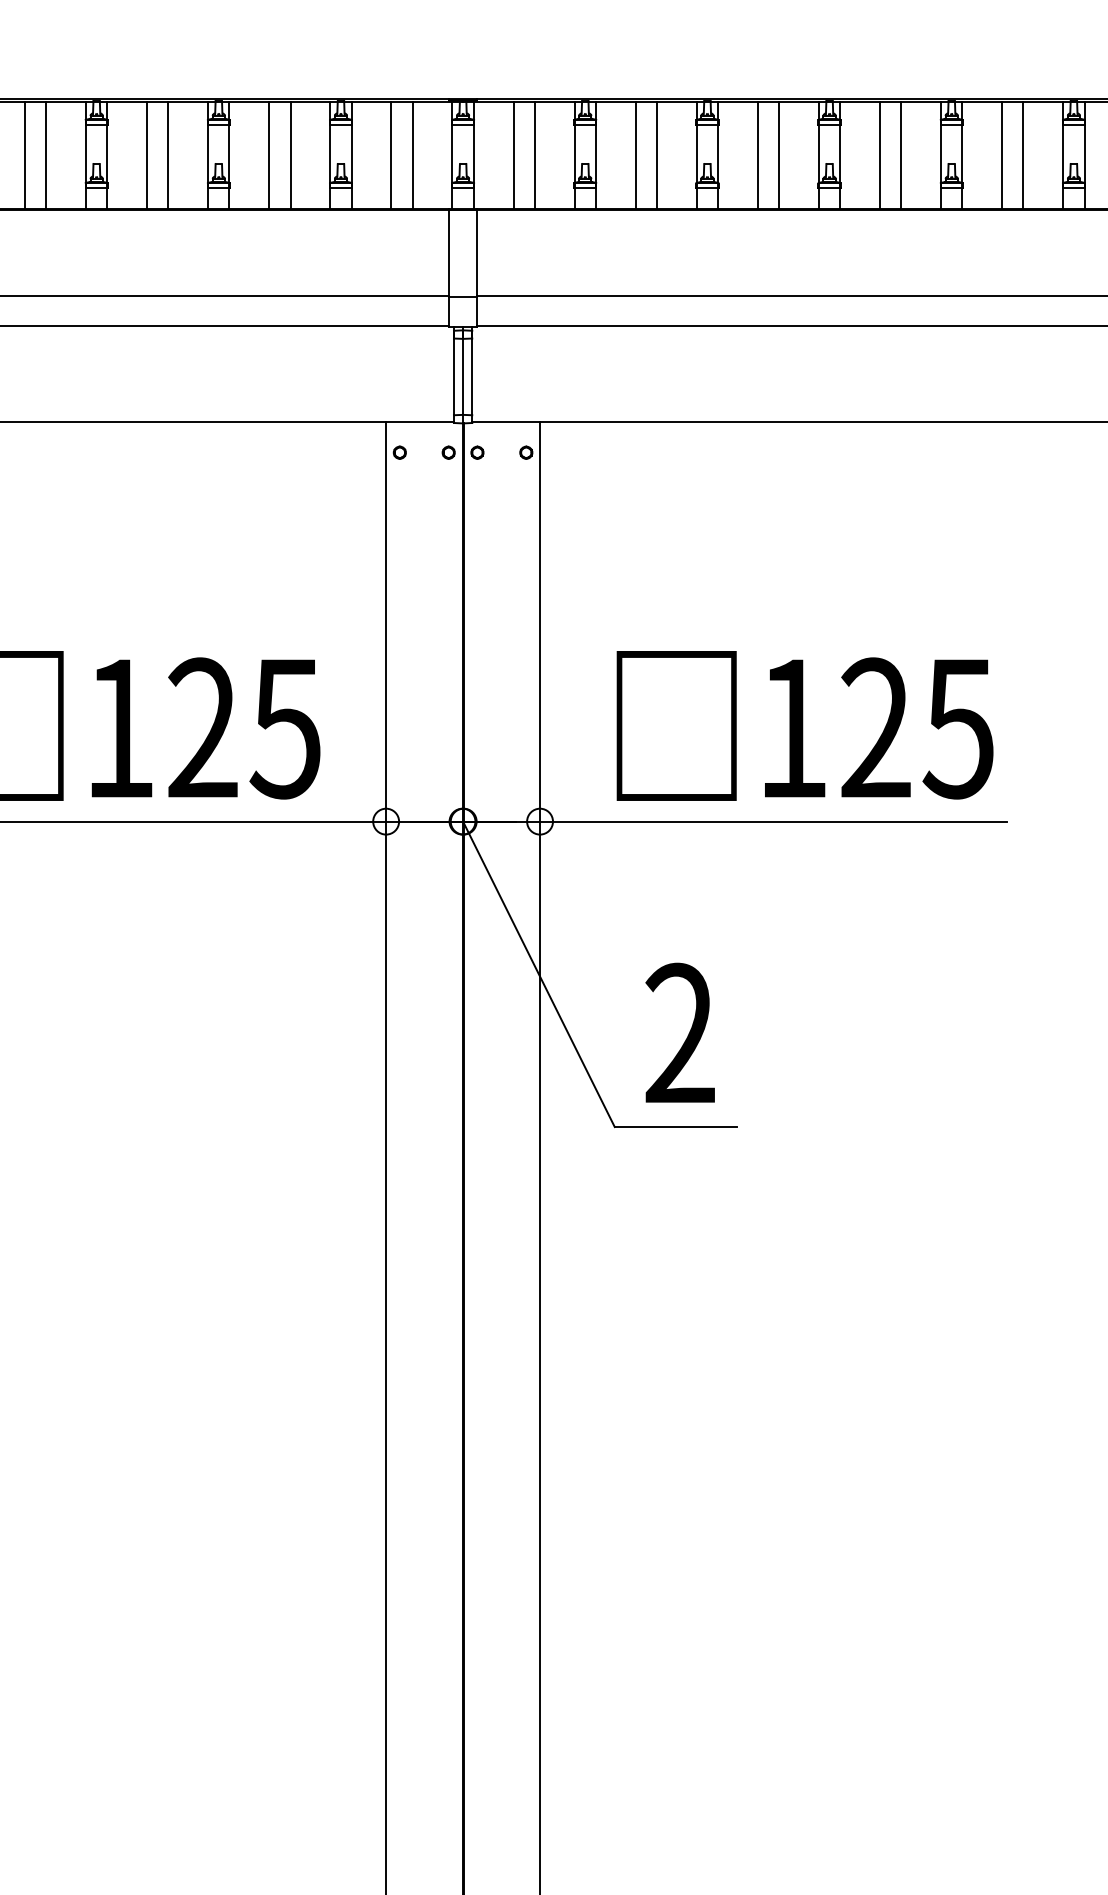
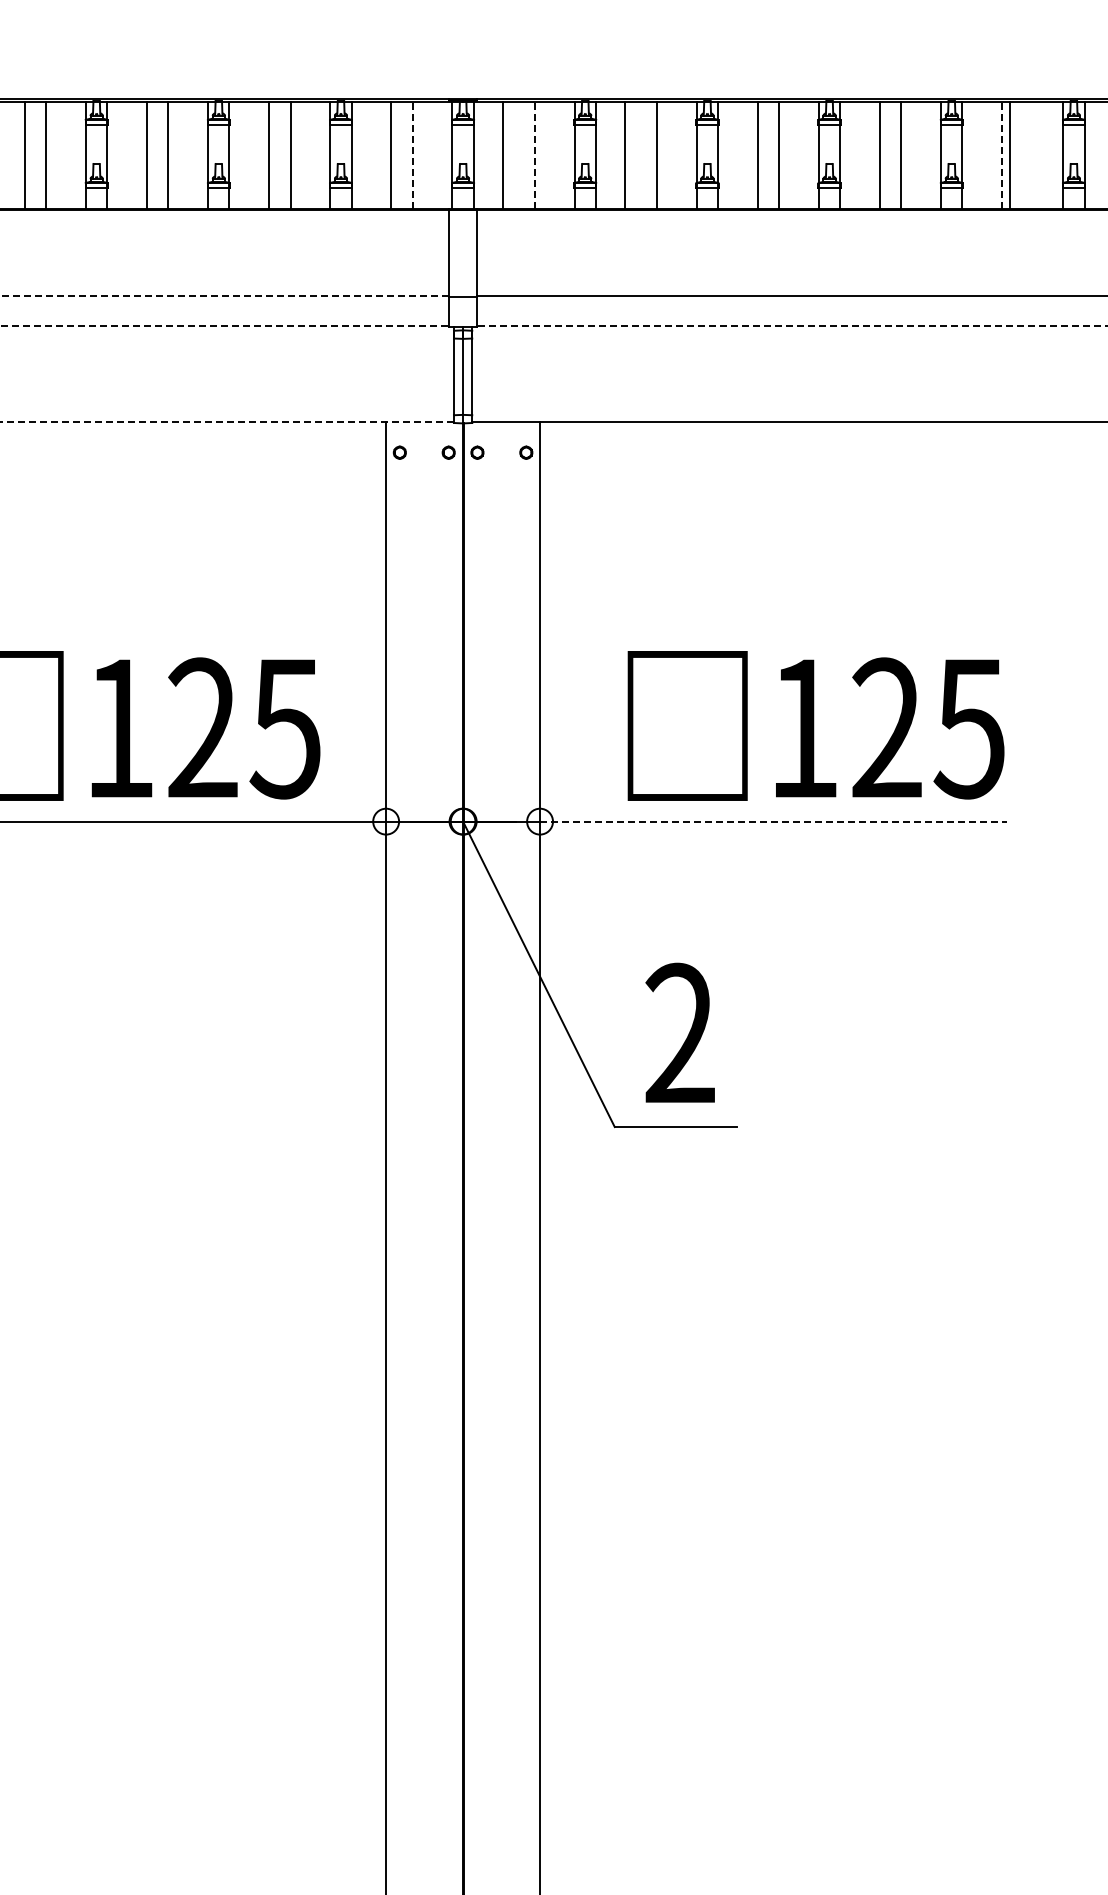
line at (412, 155): solid -> dashed
line at (513, 155) position: (513, 155) -> (502, 155)
line at (534, 155): solid -> dashed
line at (635, 155) position: (635, 155) -> (624, 155)
line at (1002, 155): solid -> dashed
line at (1023, 155) position: (1023, 155) -> (1010, 155)
line at (224, 295): solid -> dashed
line at (225, 326): solid -> dashed
line at (791, 326): solid -> dashed
line at (226, 421): solid -> dashed
text at (804, 725) position: (804, 725) -> (815, 725)
line at (773, 821): solid -> dashed
